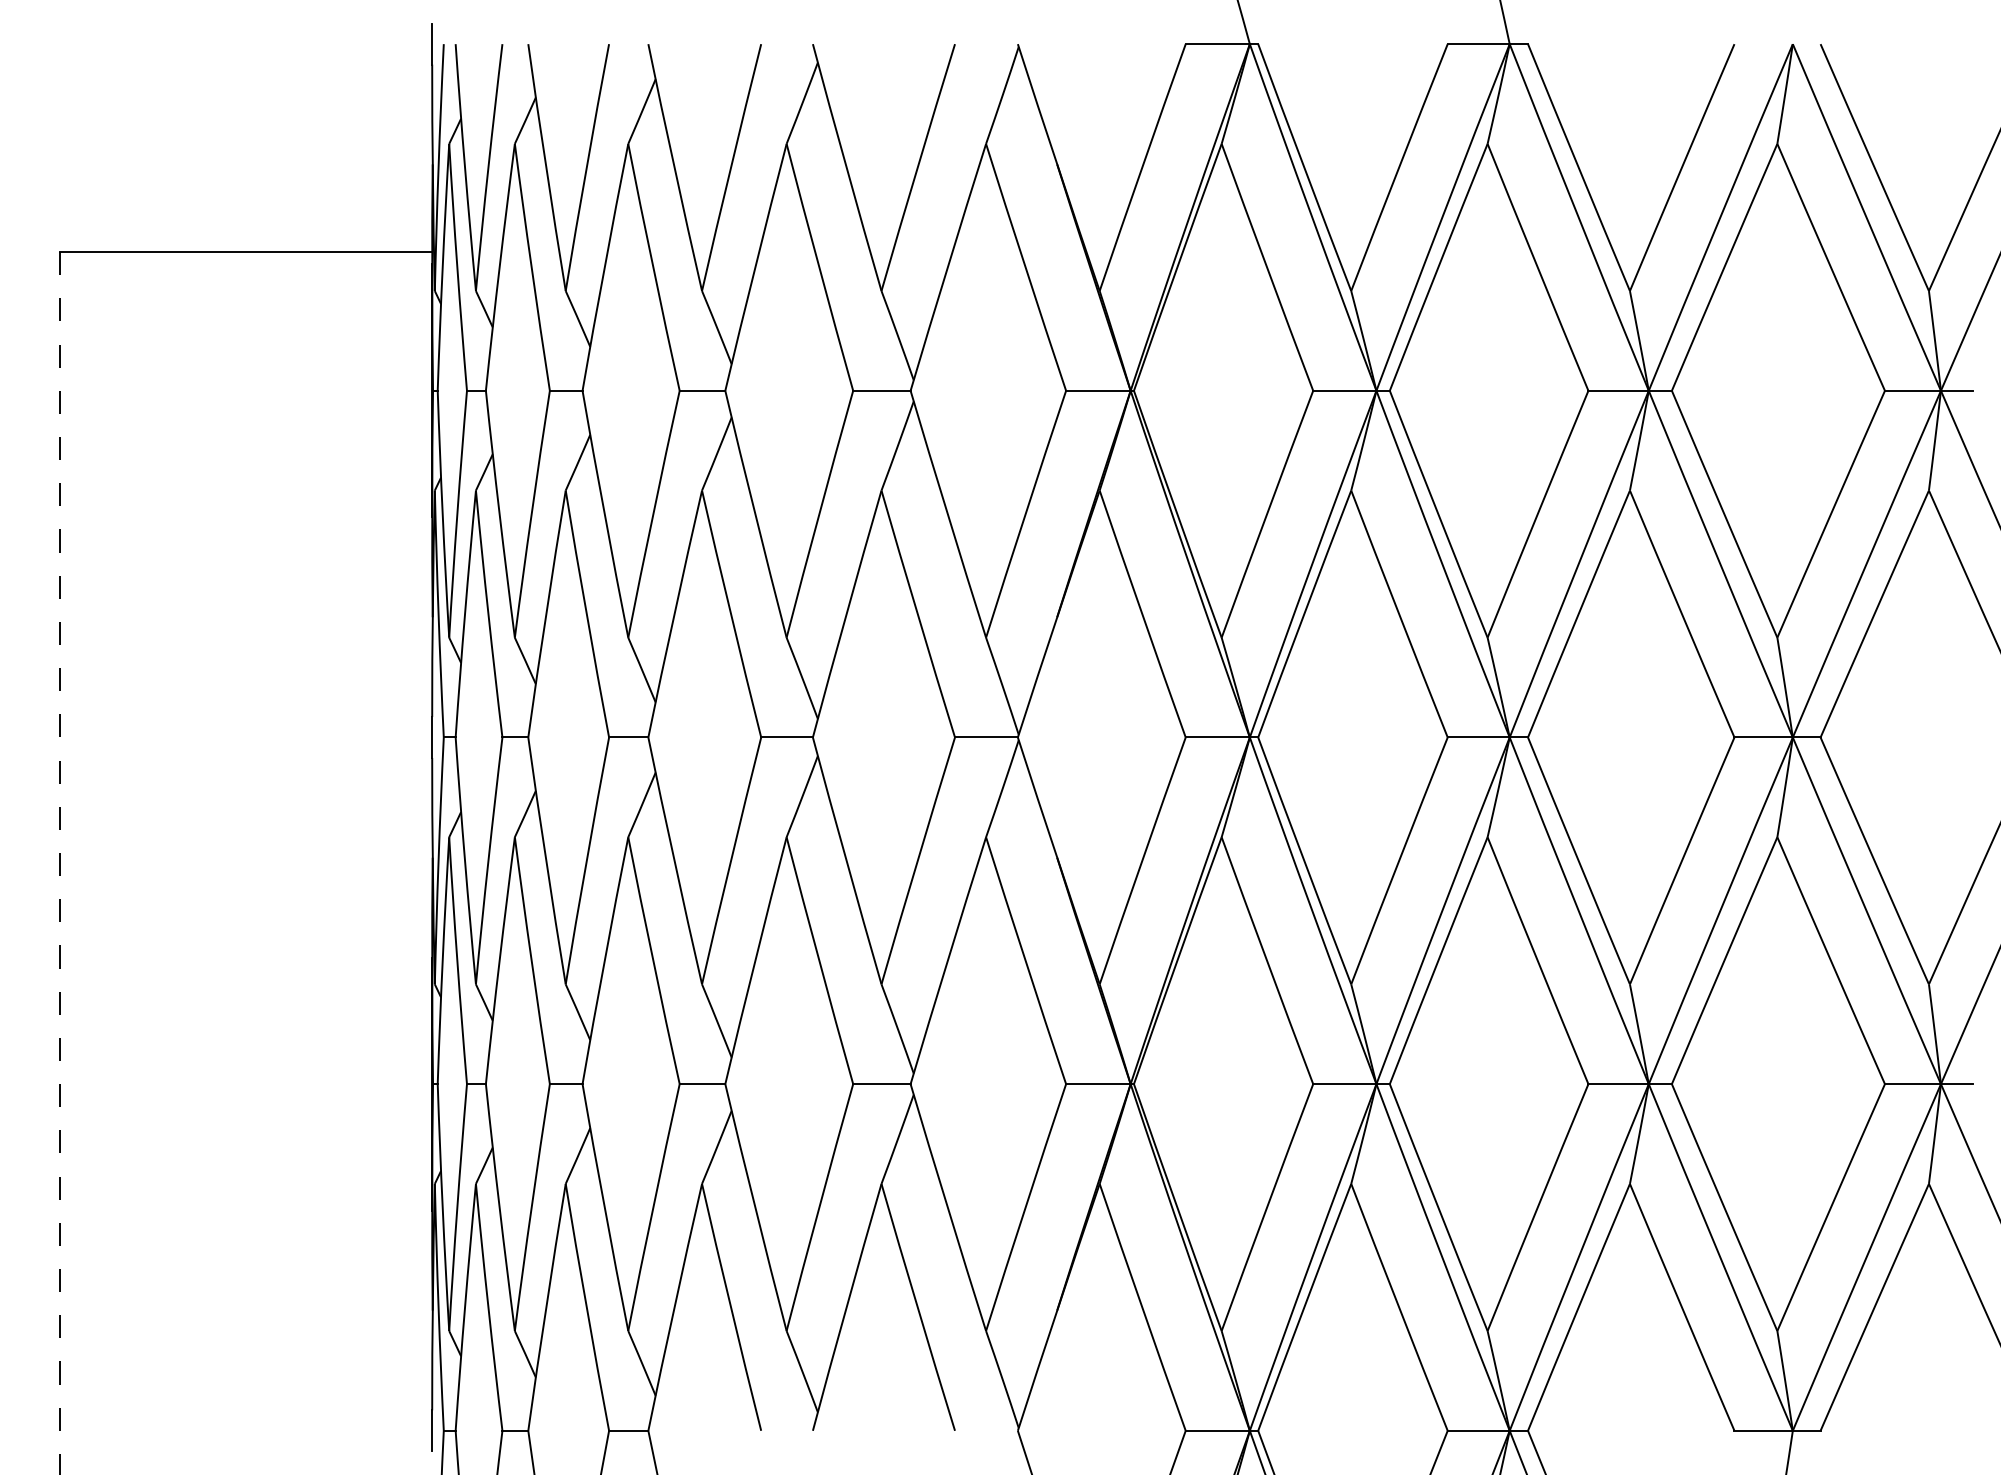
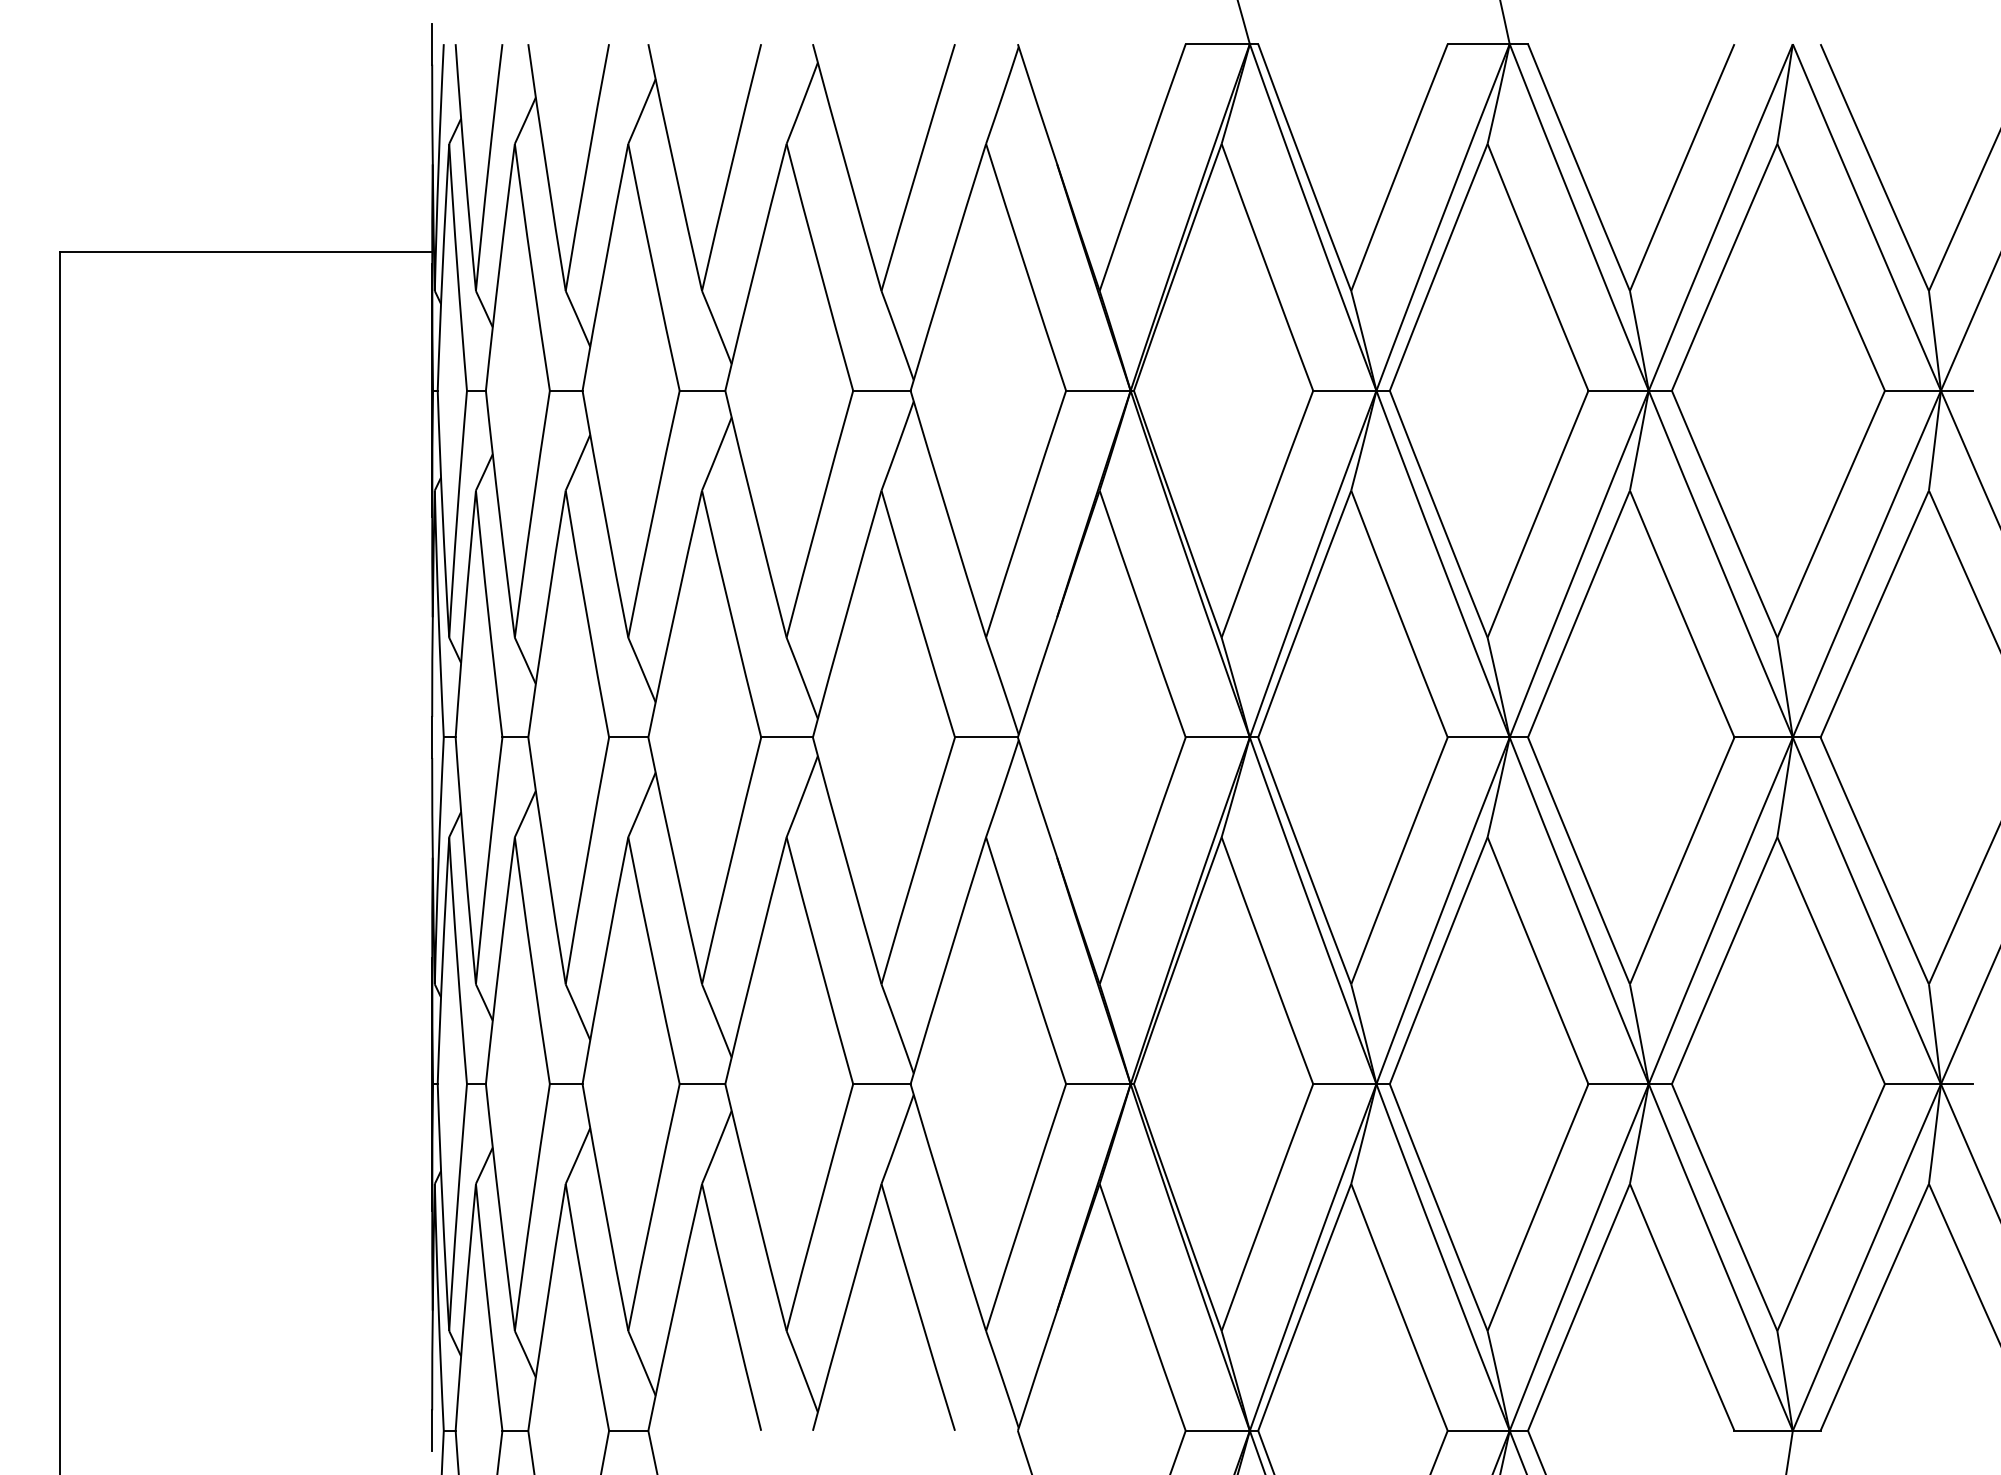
line at (60, 863): dashed -> solid
